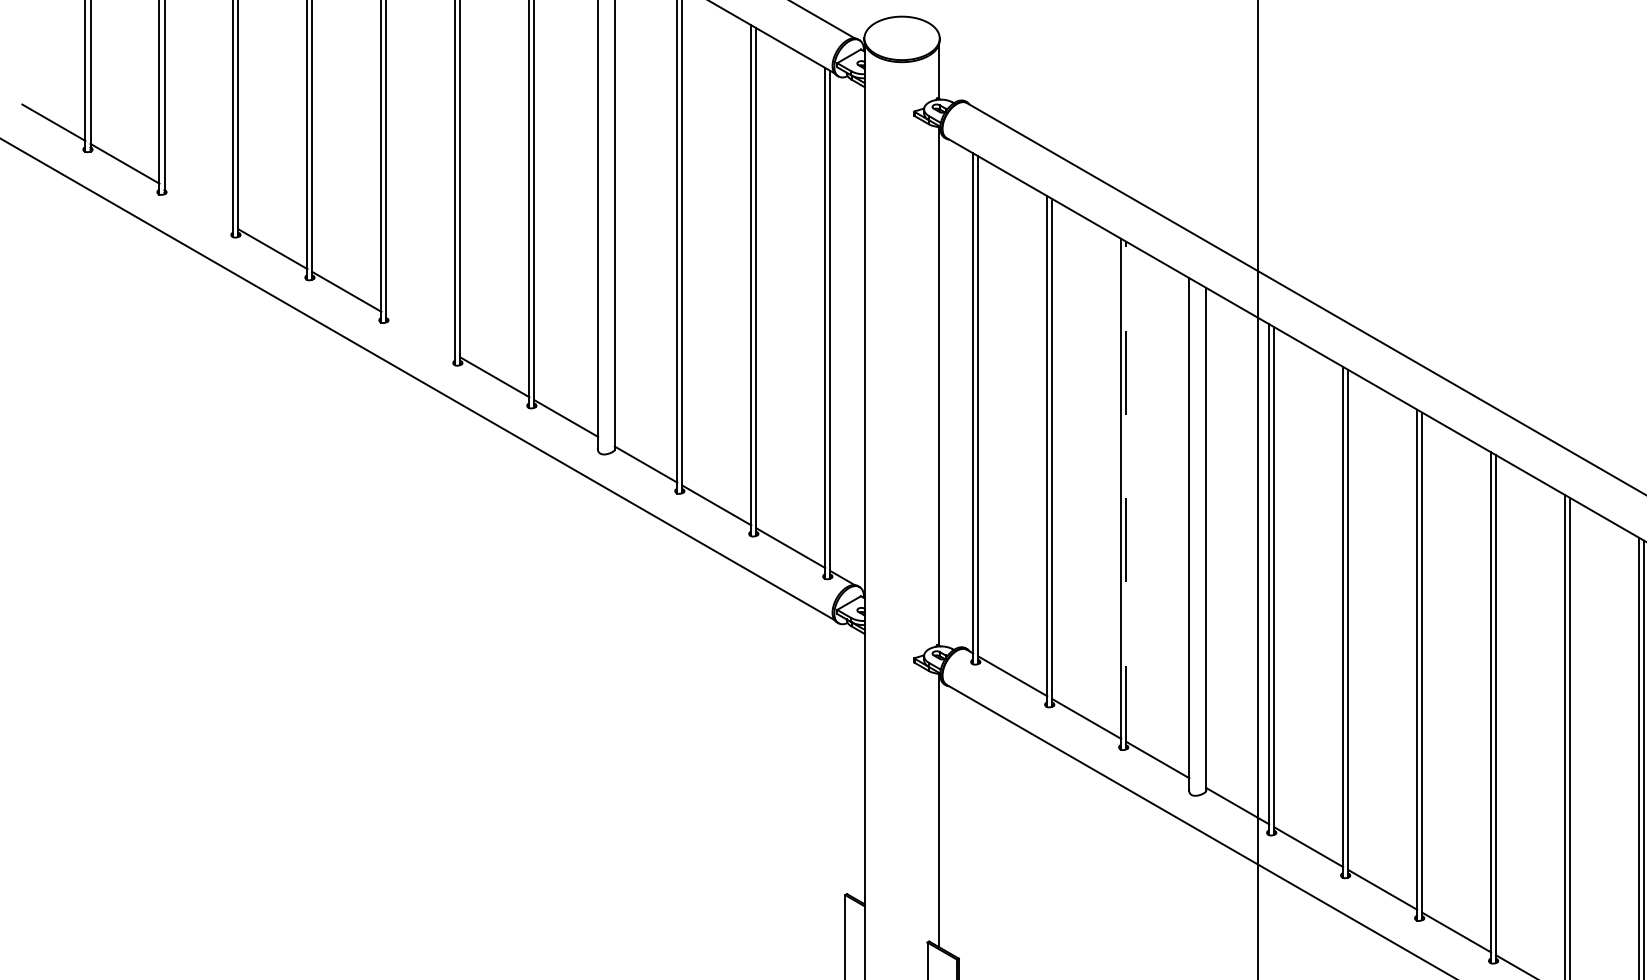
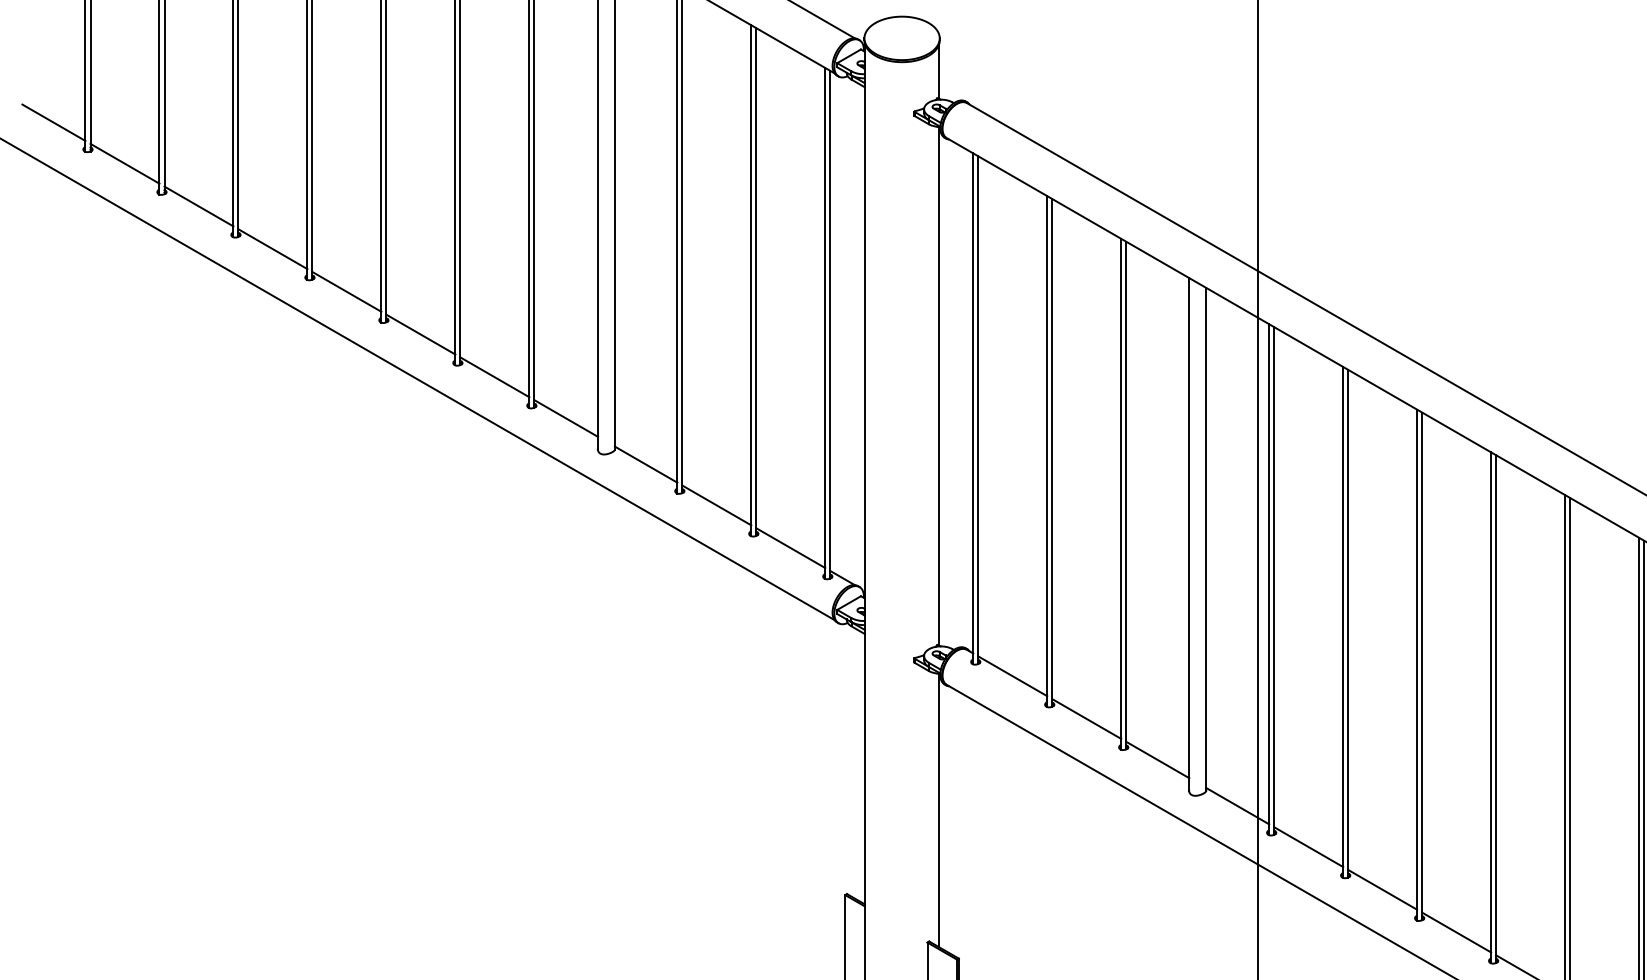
line at (198, 206): none -> present
line at (420, 334): none -> present
line at (1126, 495): dashed -> solid
